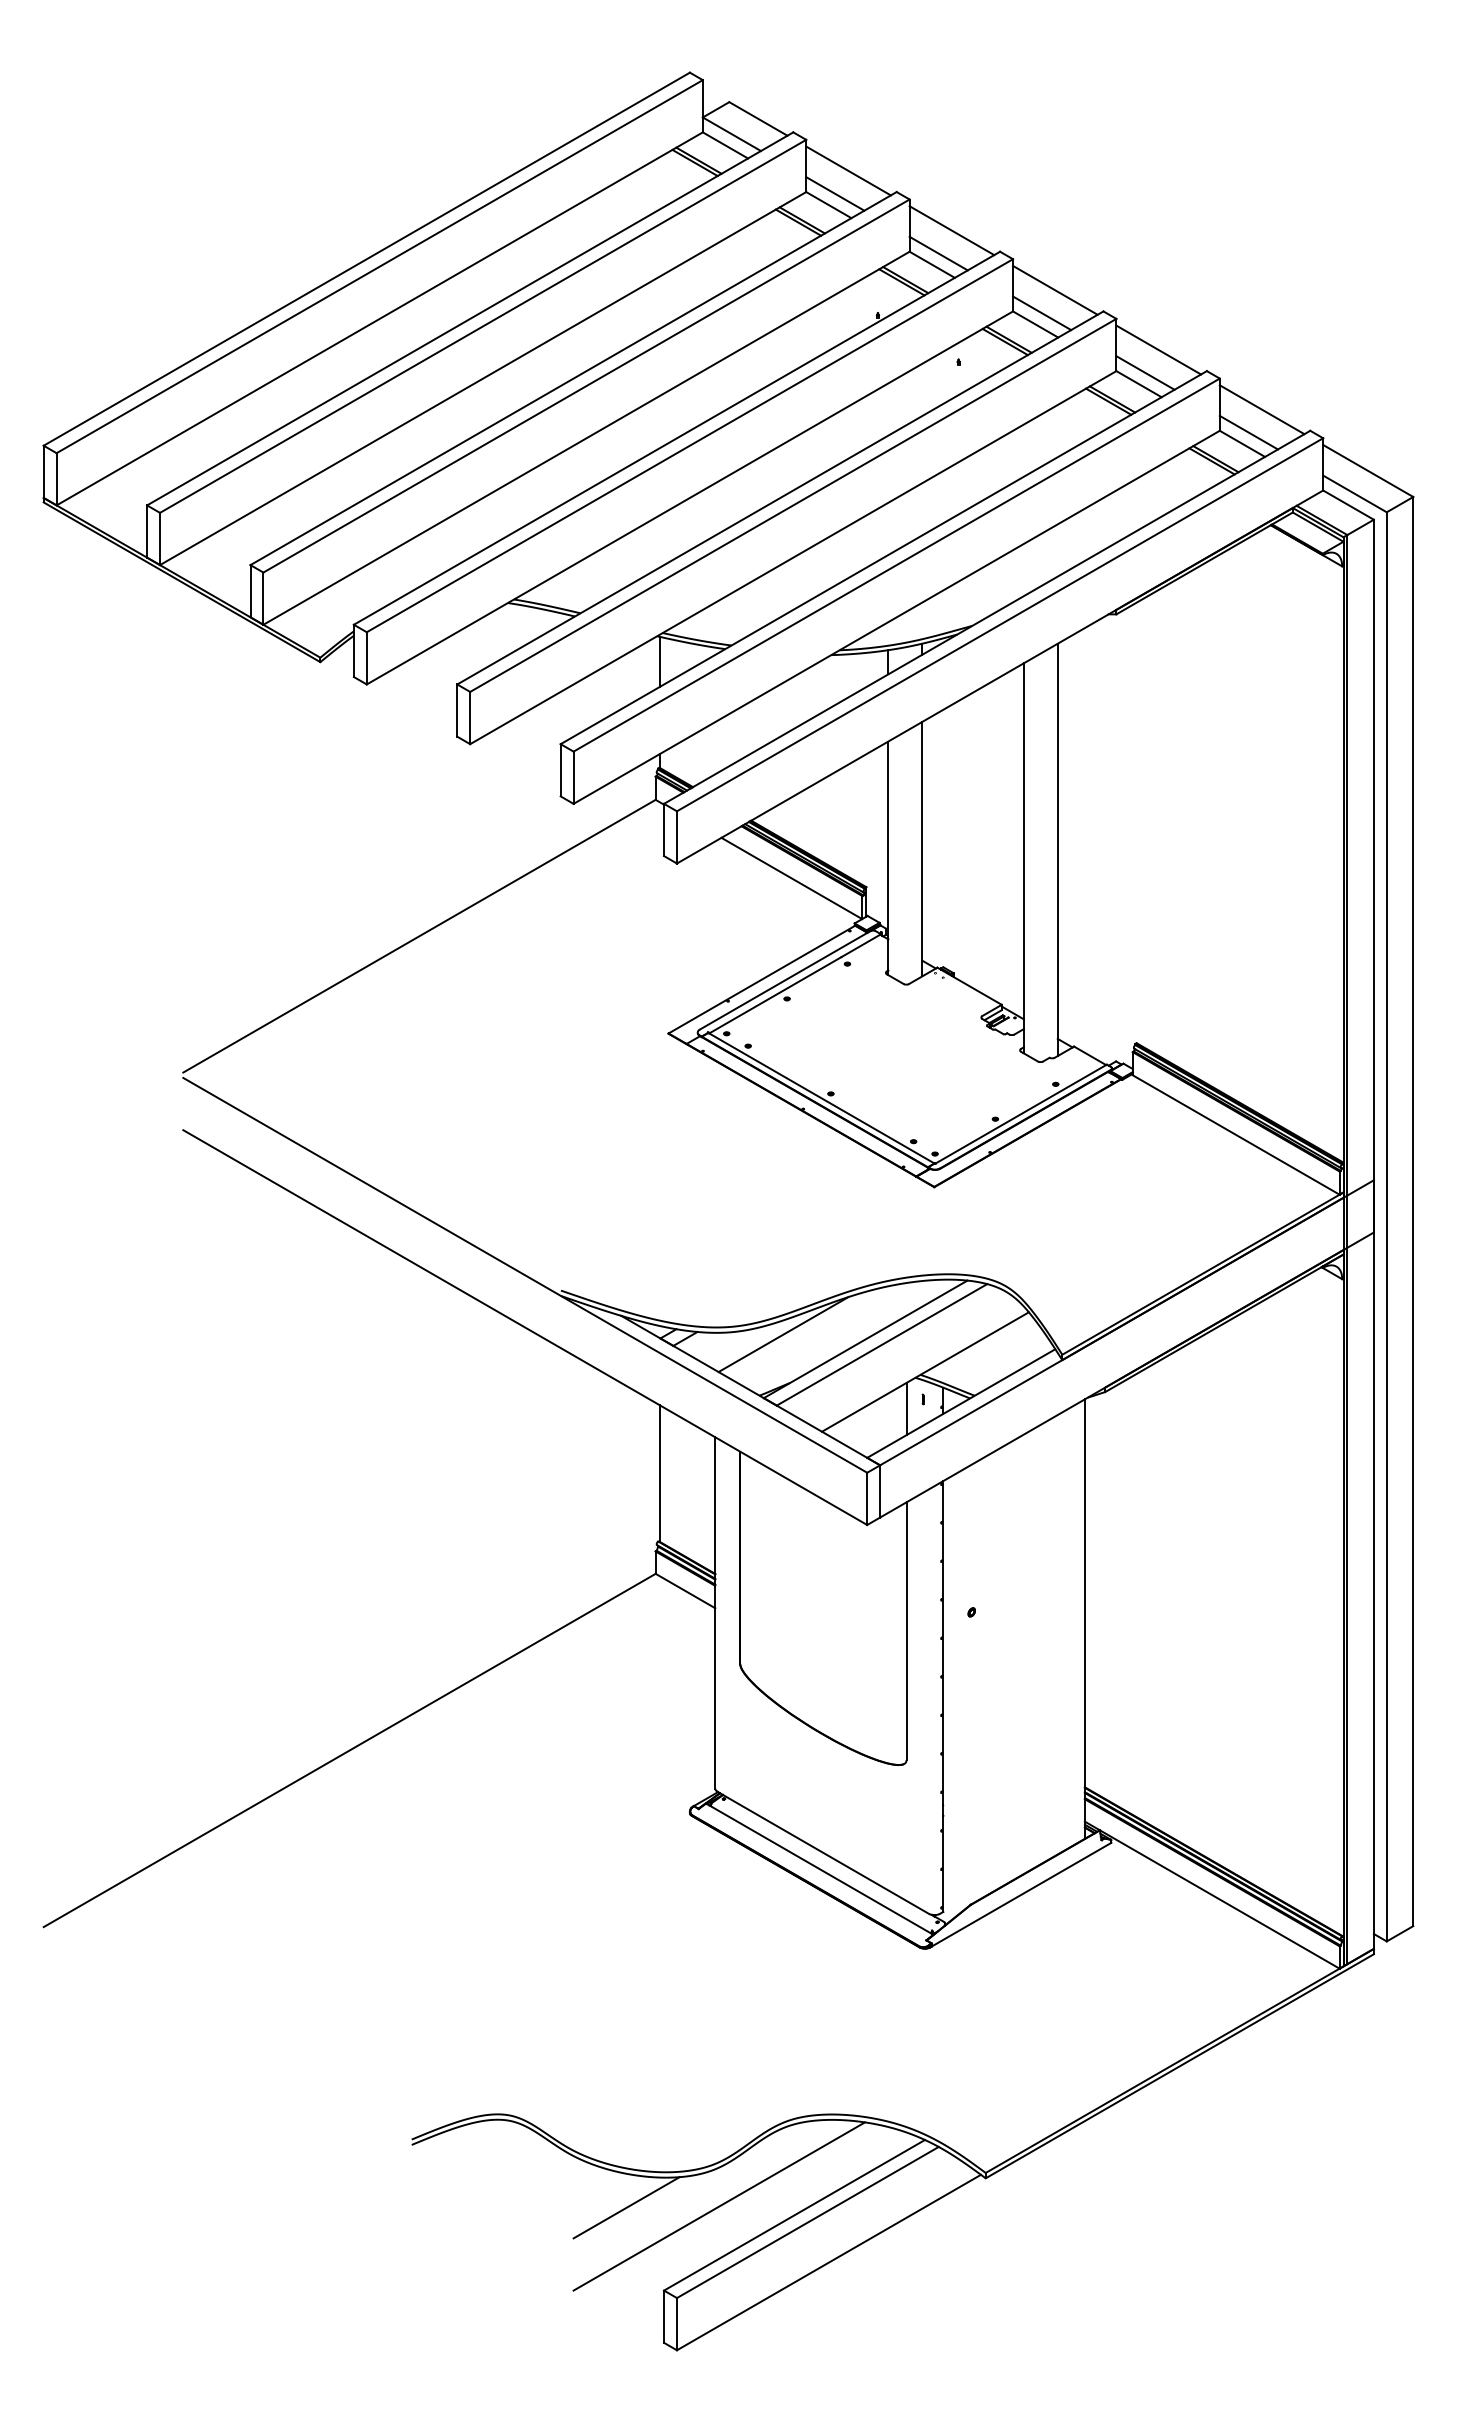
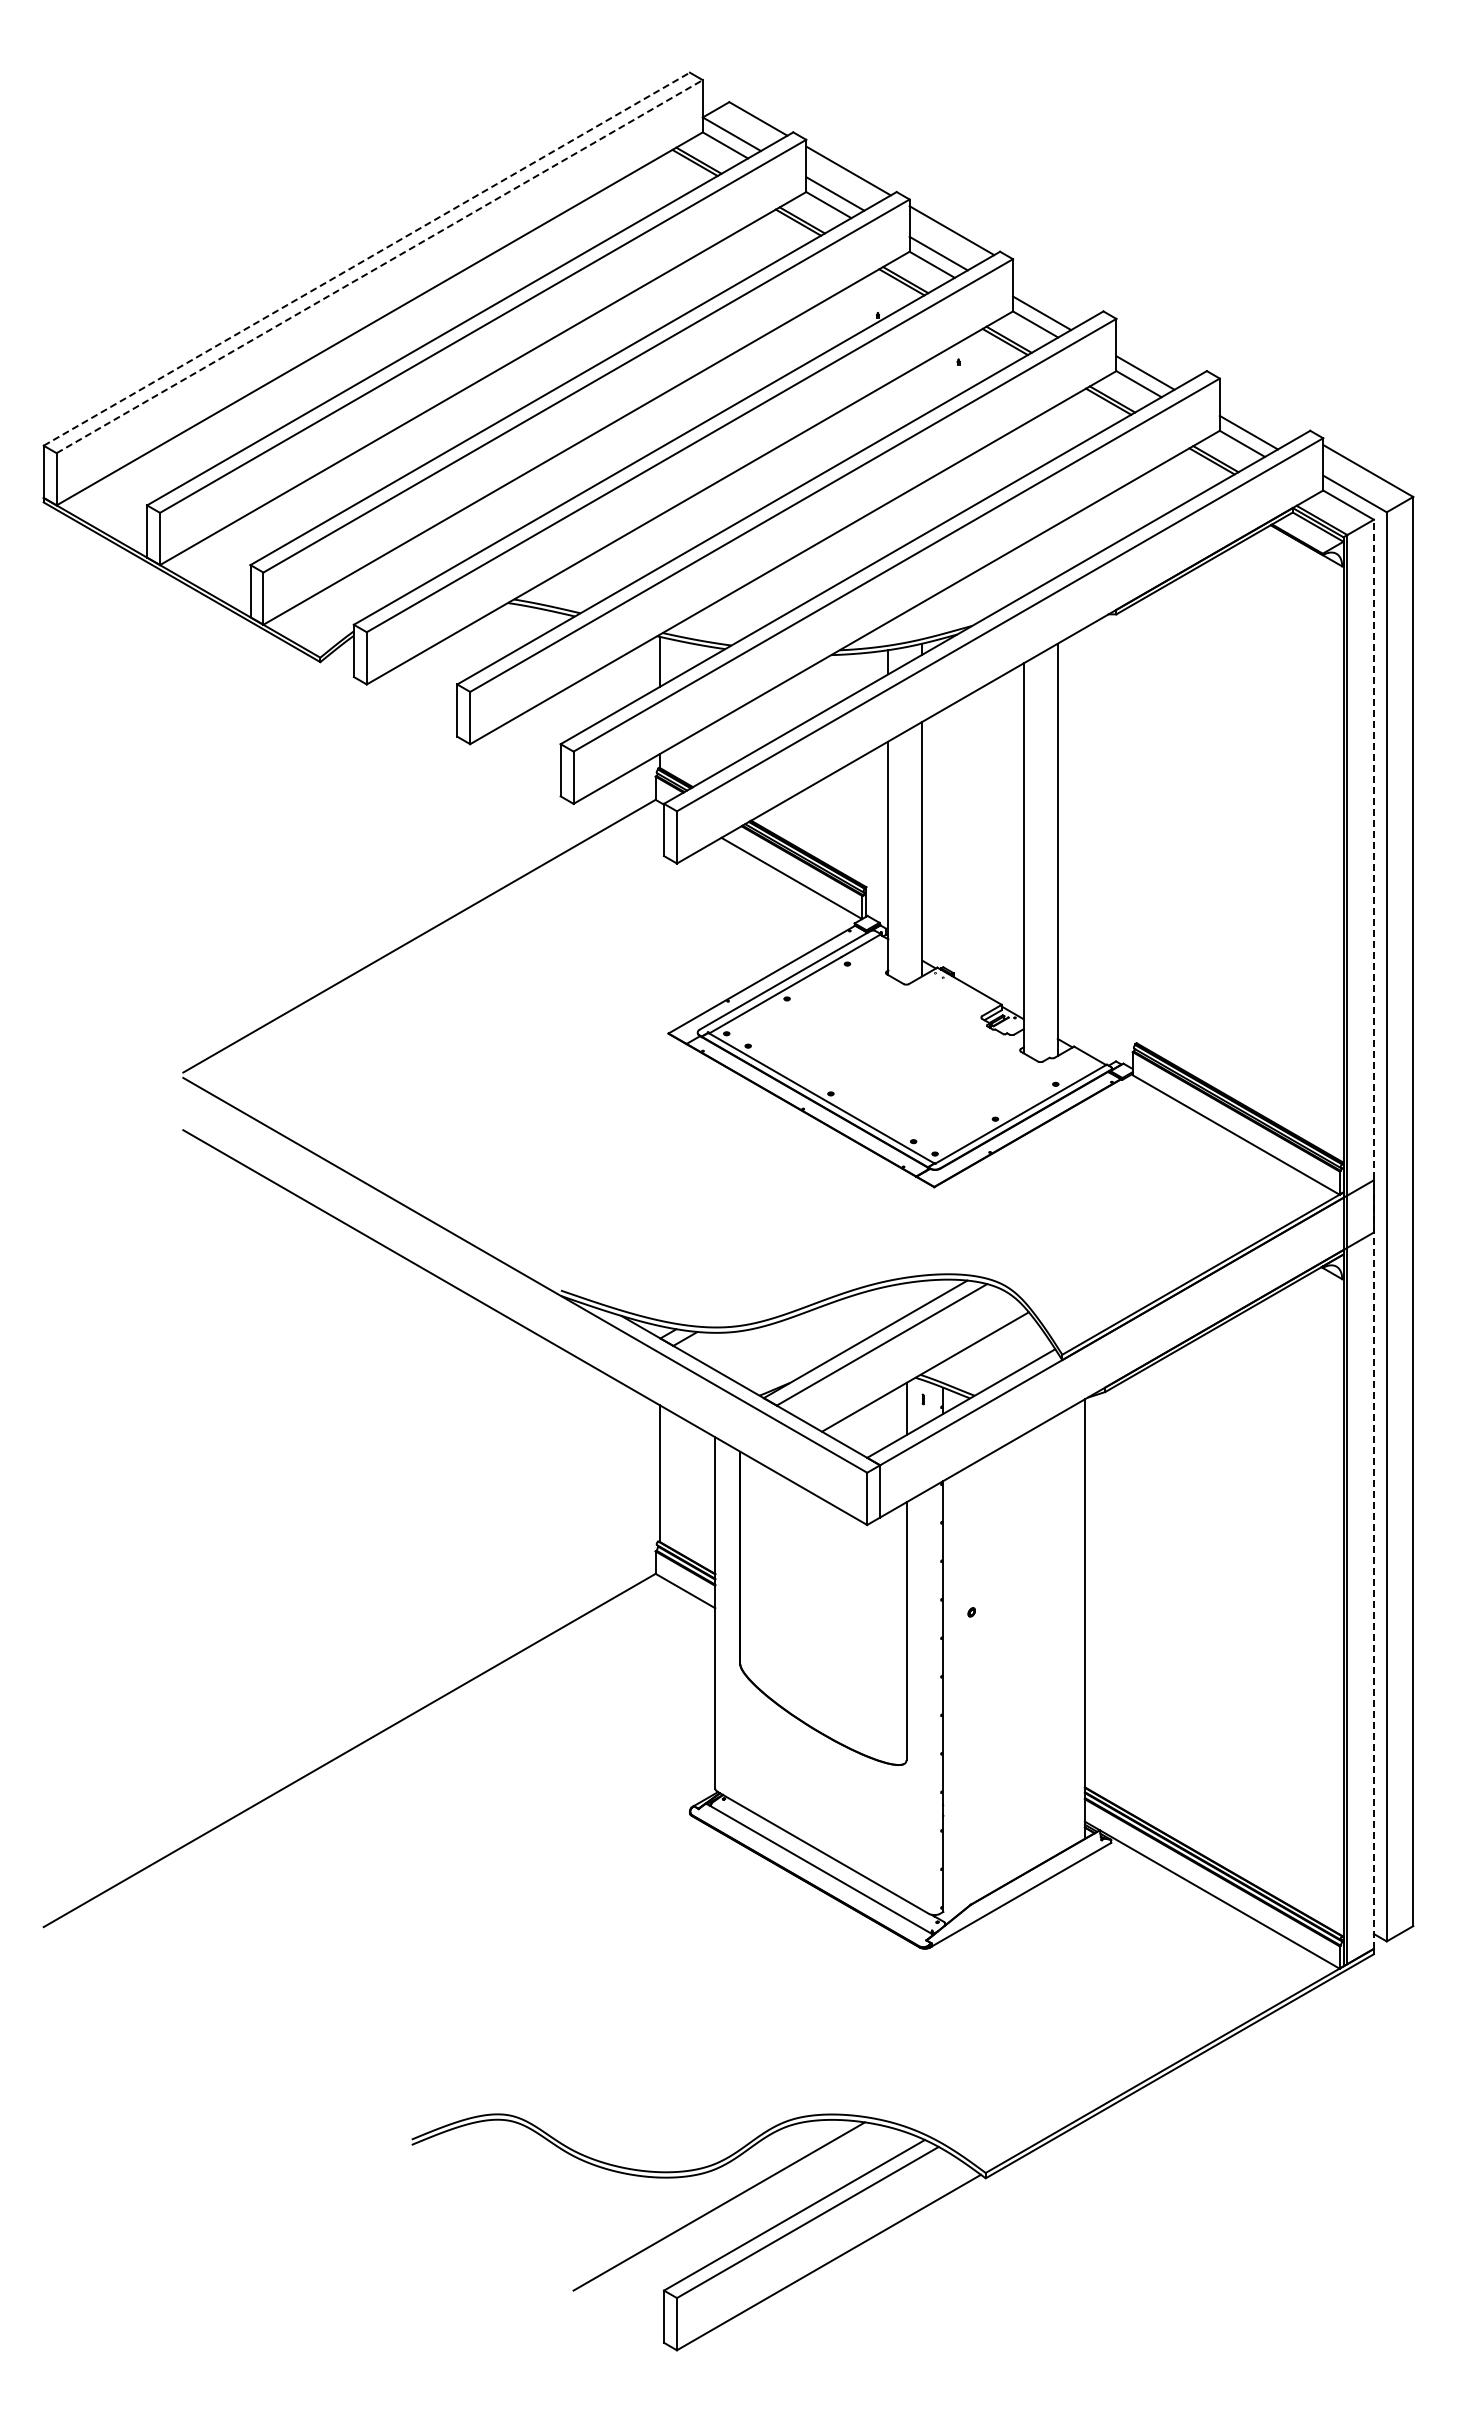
line at (367, 258): solid -> dashed
line at (380, 266): solid -> dashed
line at (1055, 289): present -> none
line at (1158, 349): present -> none
line at (1261, 409): present -> none
line at (1373, 1234): solid -> dashed
line at (783, 1334): present -> none
line at (626, 2207): present -> none
